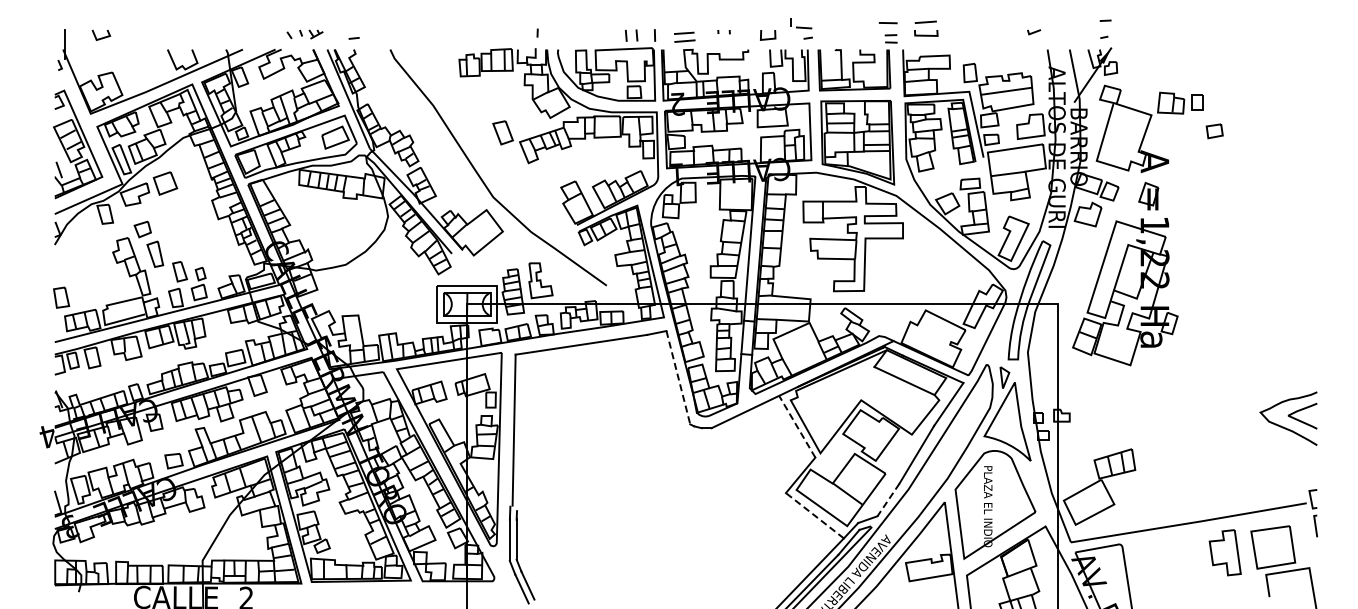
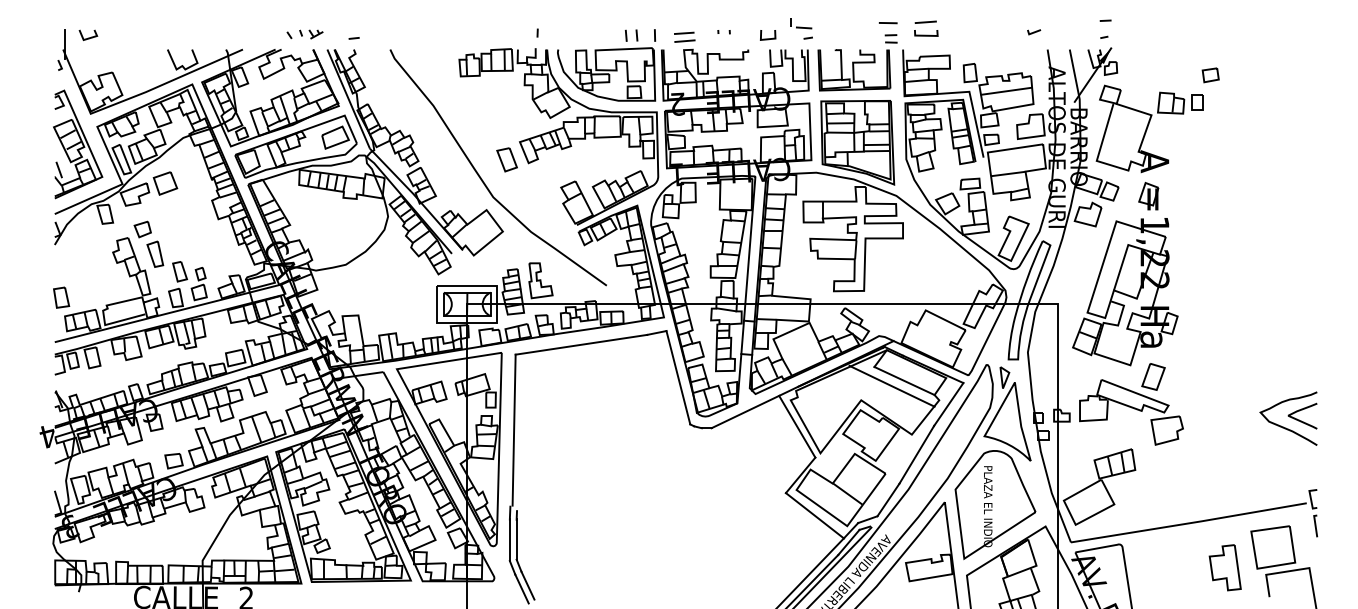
line at (101, 37) position: (101, 37) -> (88, 37)
part at (1214, 131) position: (1214, 131) -> (1210, 75)
part at (502, 132) position: (502, 132) -> (506, 159)
line at (678, 378): dashed -> solid
line at (891, 385): none -> present
part at (1131, 404): none -> present
line at (797, 426): dashed -> solid
line at (888, 500): dashed -> solid
line at (814, 515): dashed -> solid
part at (1224, 552) position: (1224, 552) -> (1224, 567)
